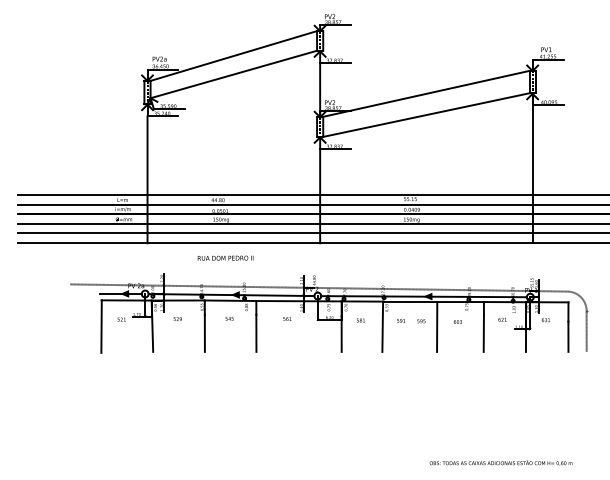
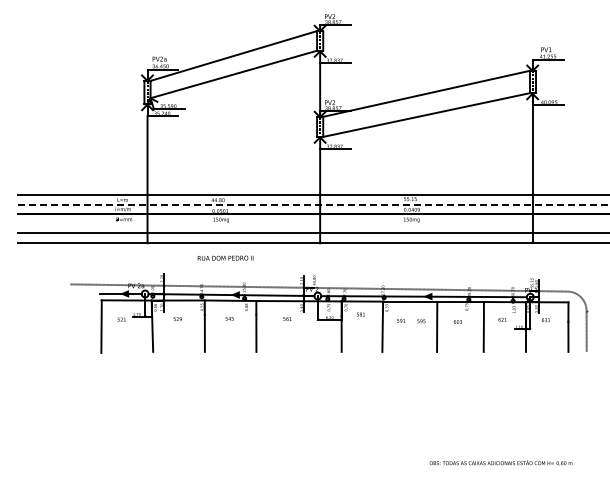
line at (314, 204): solid -> dashed
line at (312, 223): present -> none
text at (360, 320) position: (360, 320) -> (360, 314)
